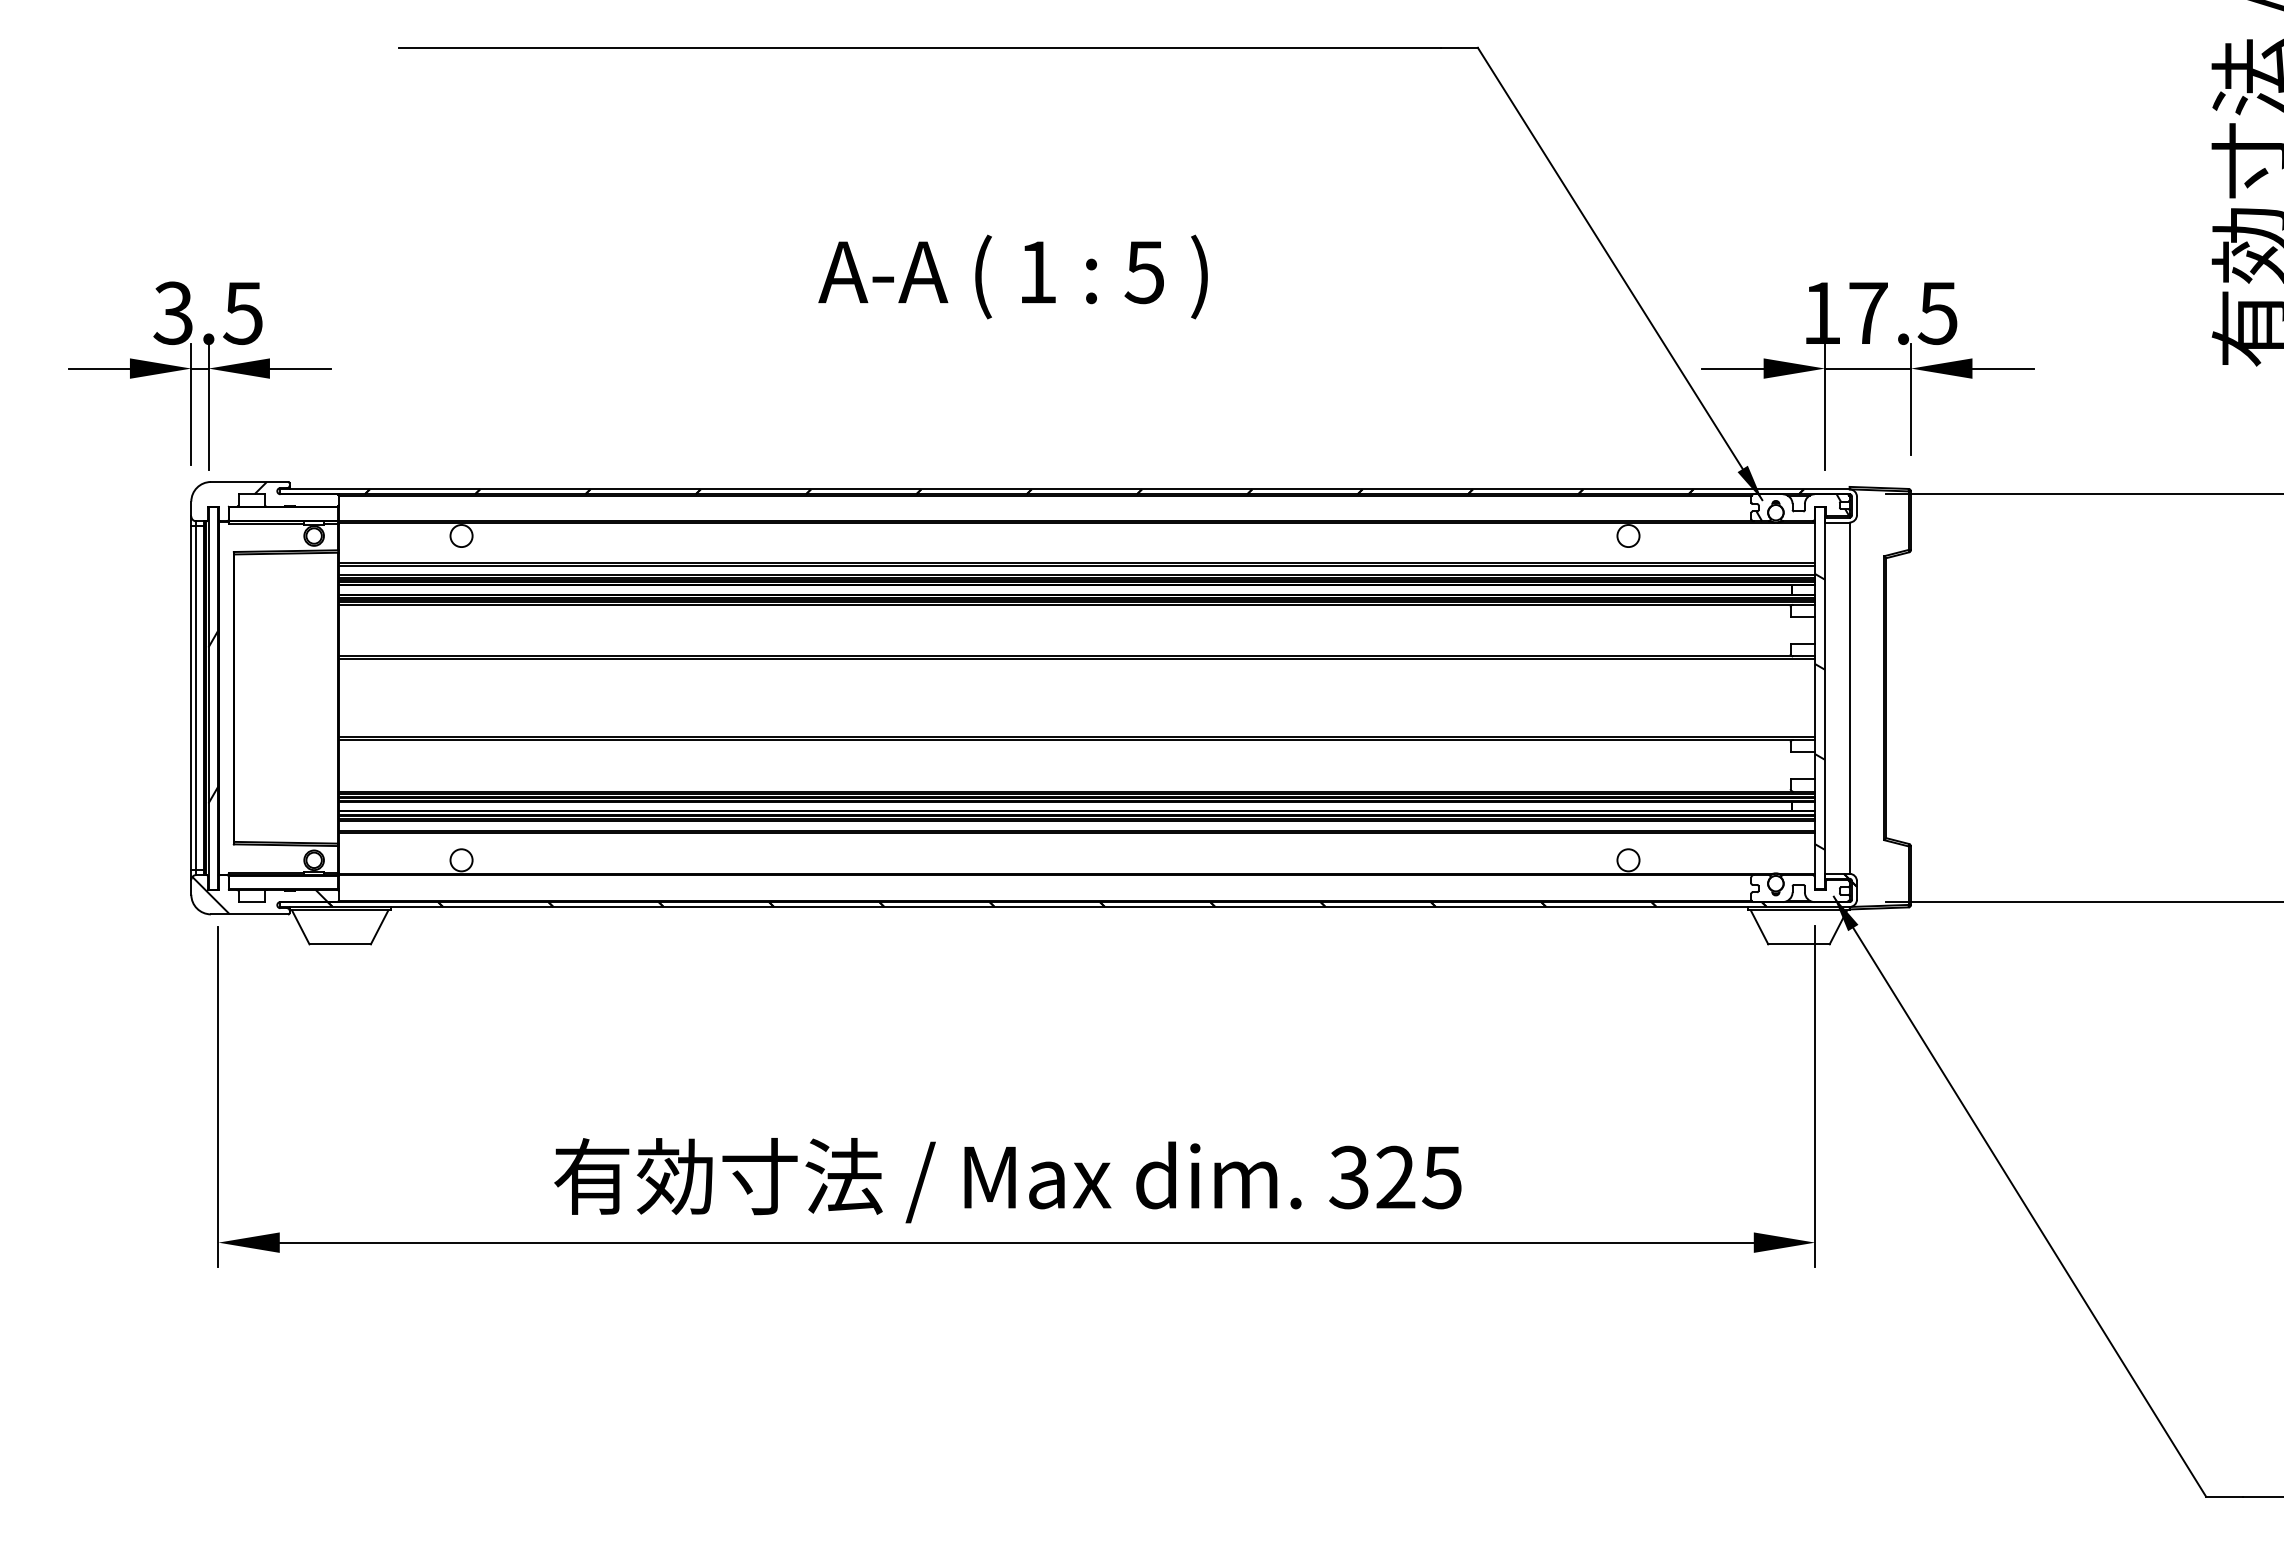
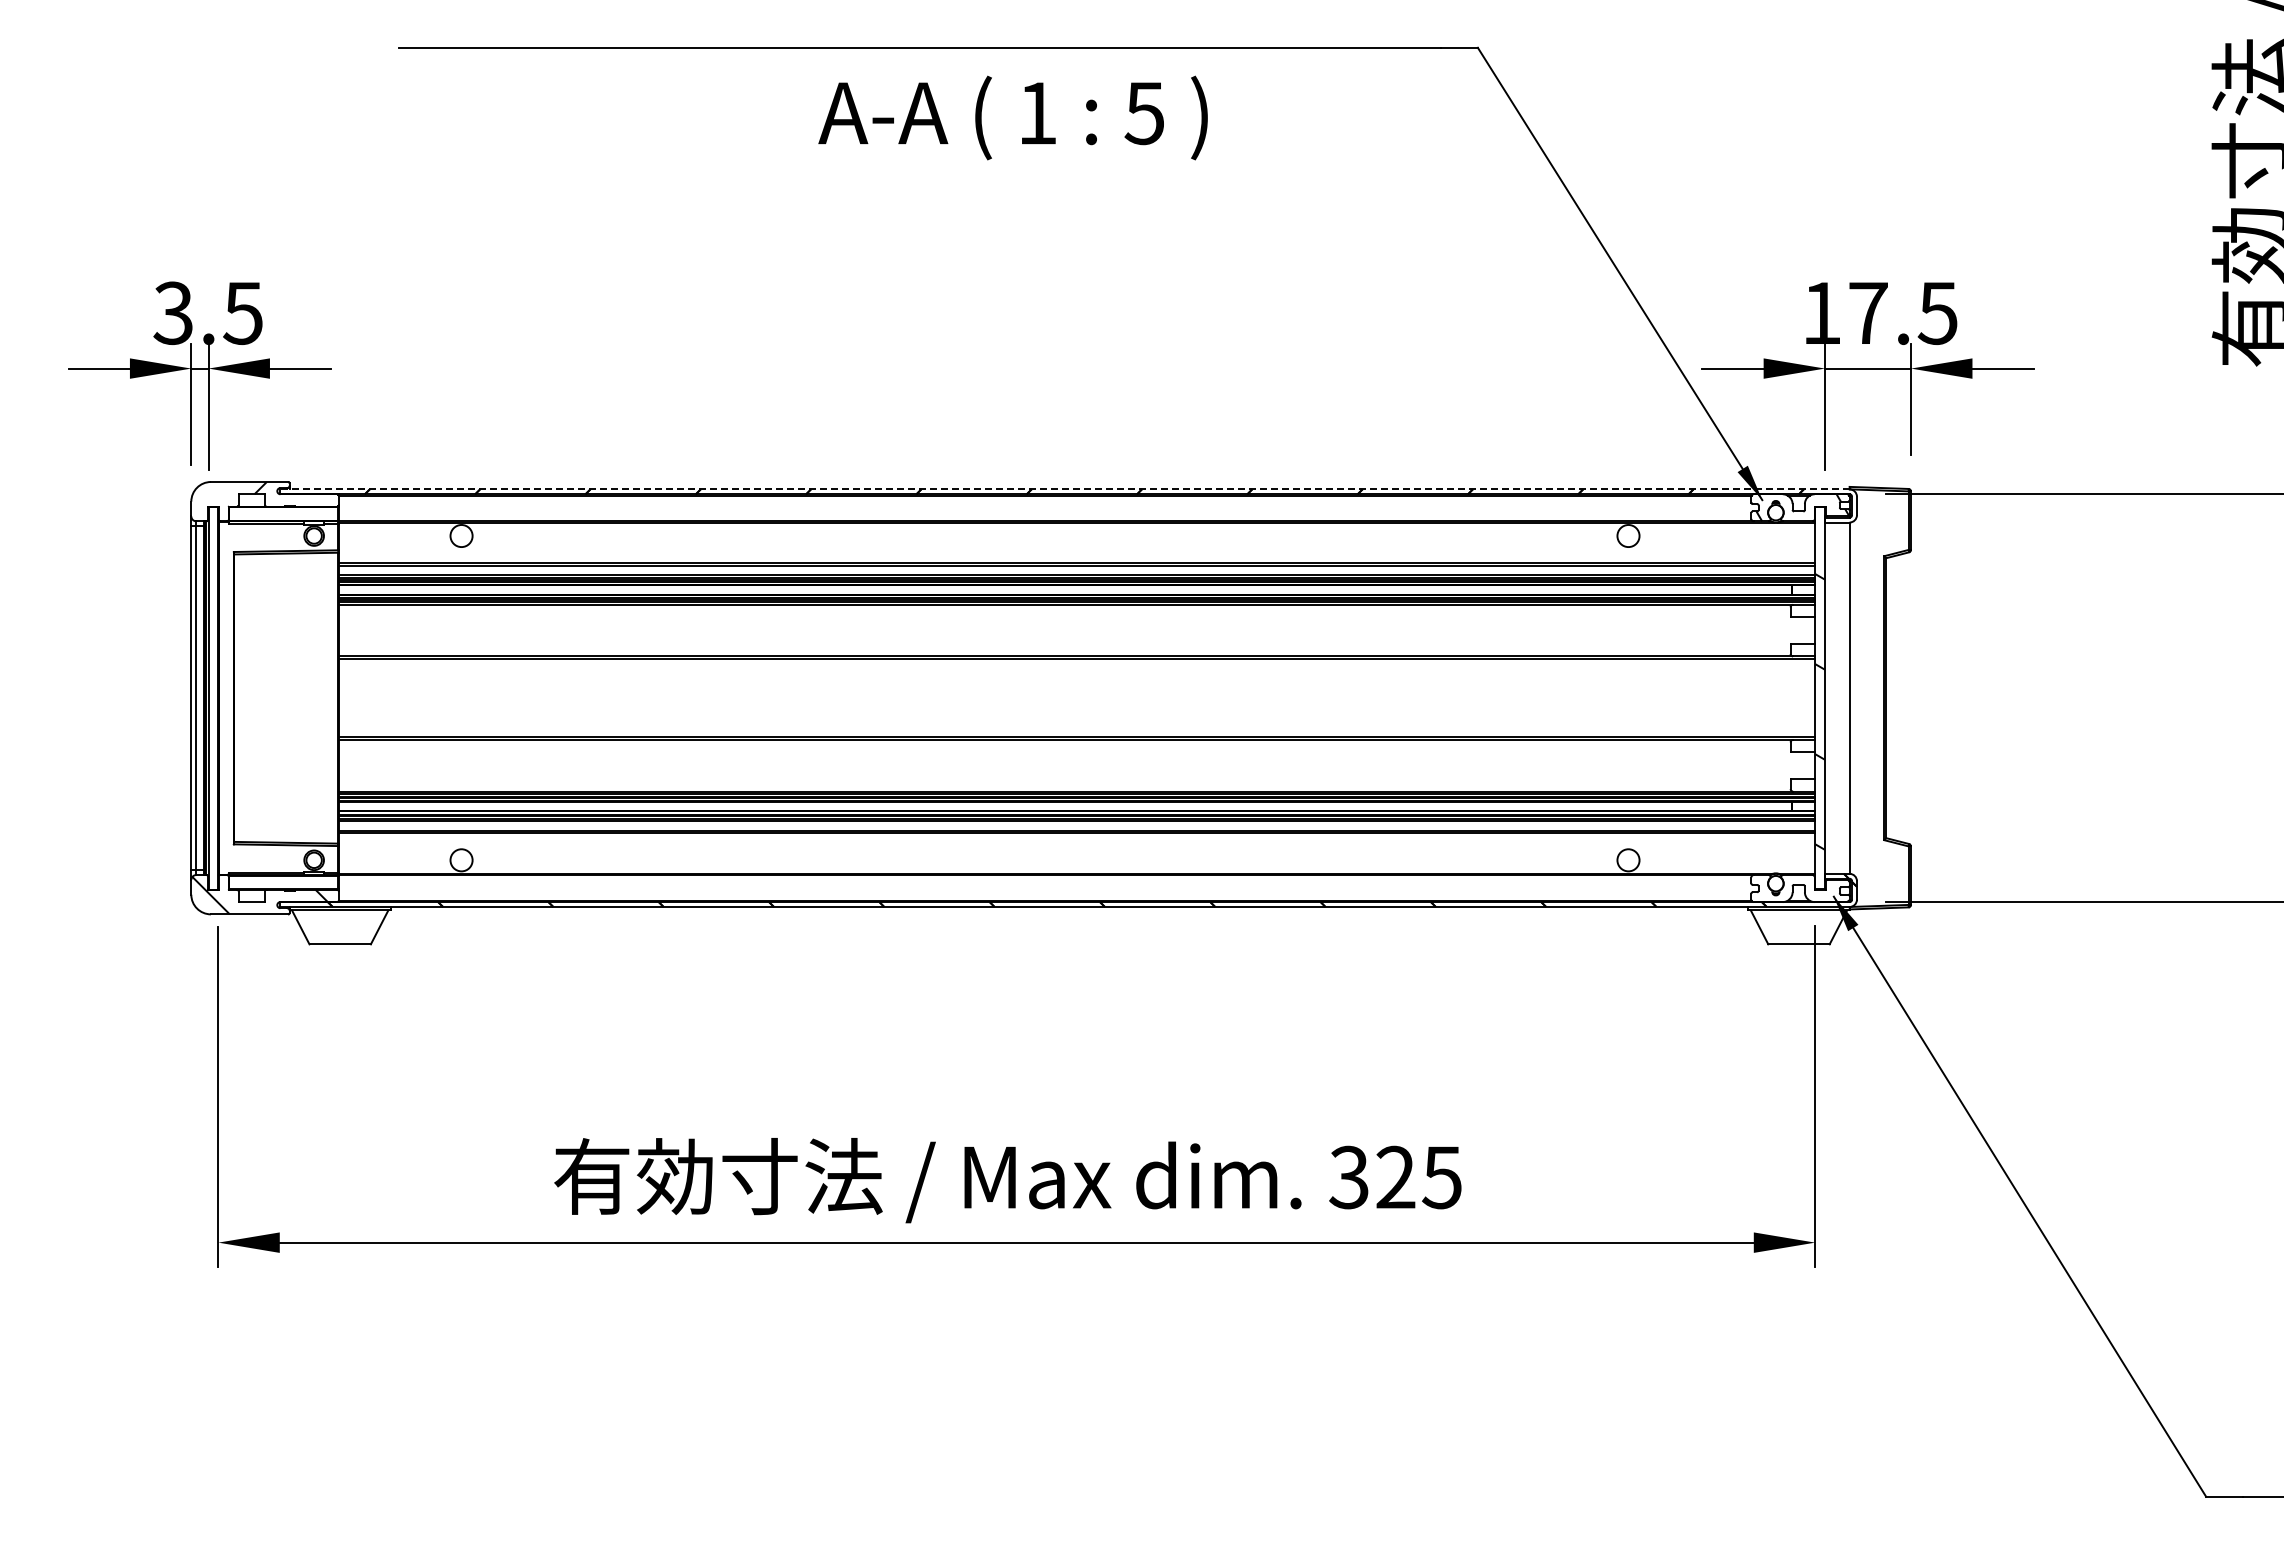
text at (1012, 276) position: (1012, 276) -> (1012, 117)
line at (1064, 489): solid -> dashed
hatch at (213, 716): present -> none
